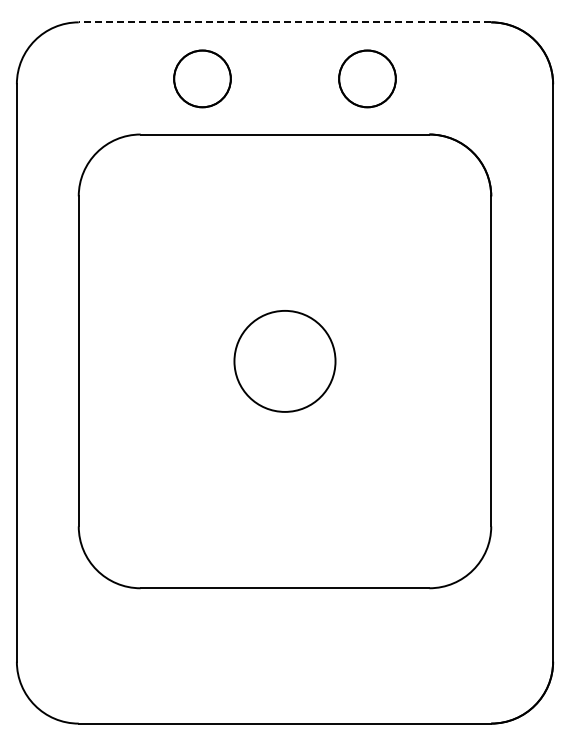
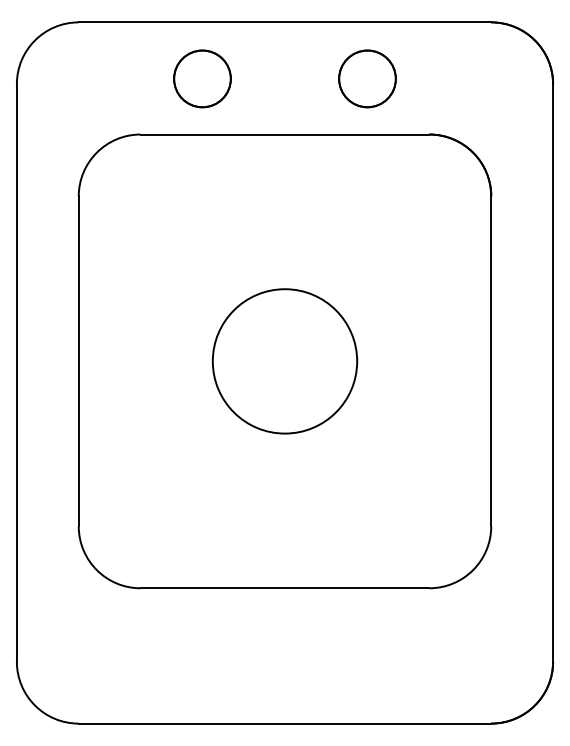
line at (284, 22): dashed -> solid
circle at (284, 360) diameter: 101 px -> 144 px
